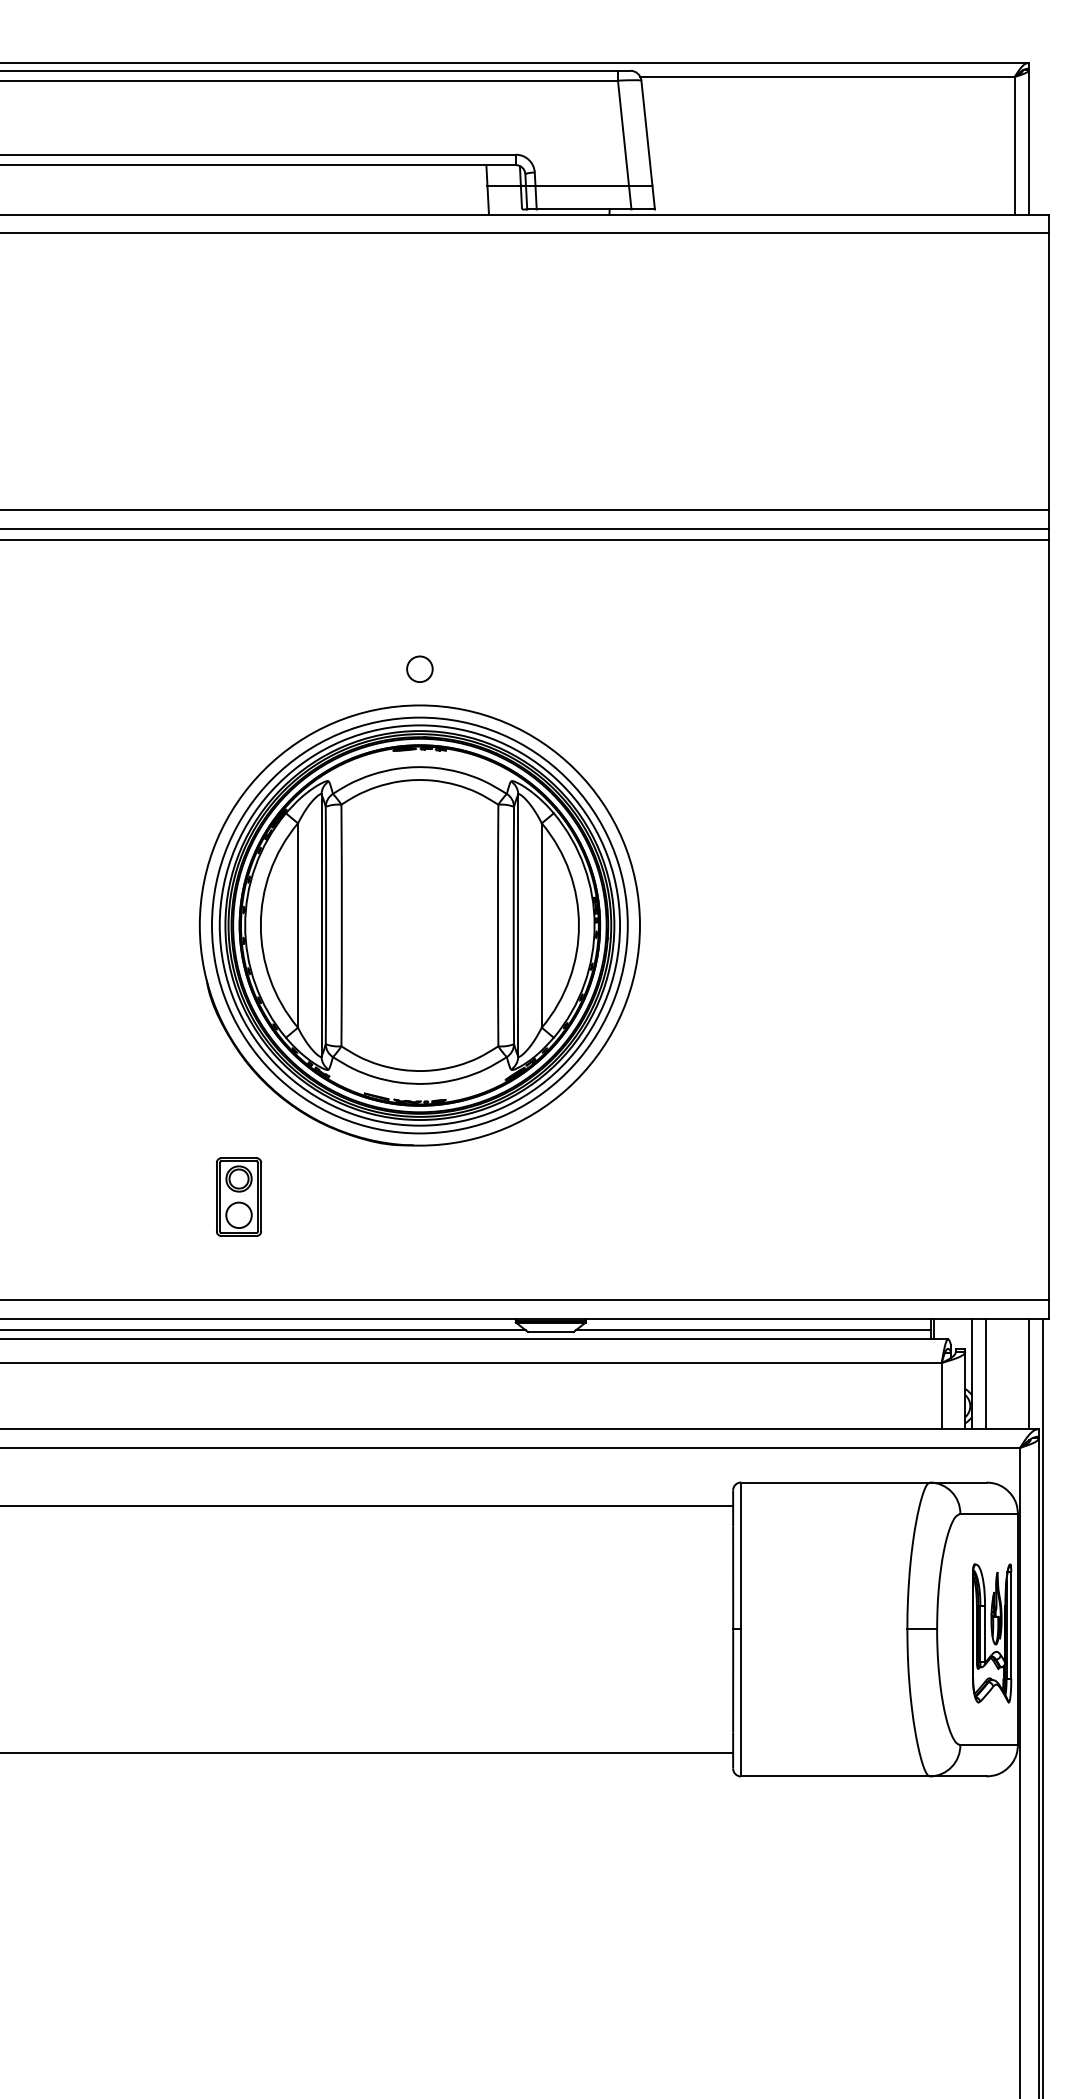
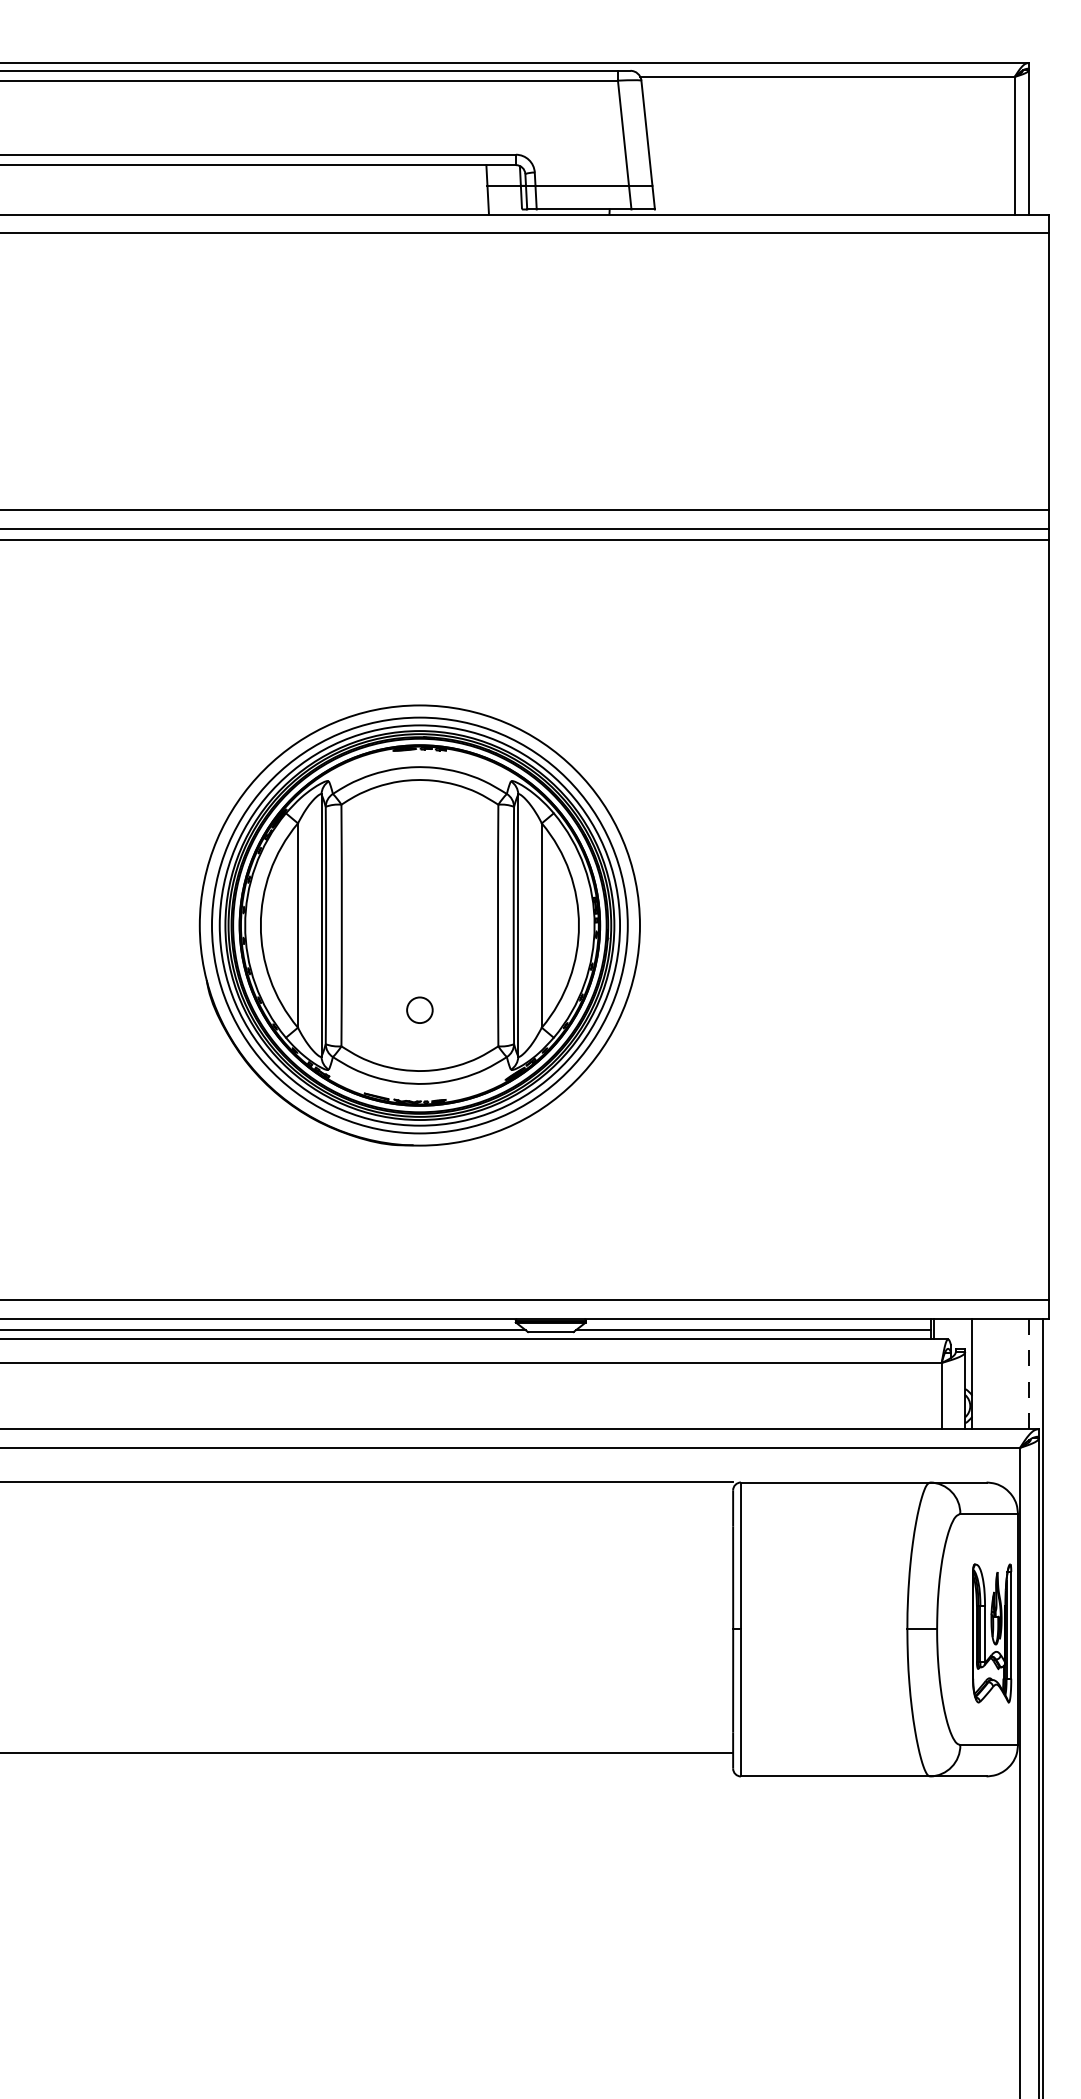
circle at (419, 668) position: (419, 668) -> (419, 1009)
part at (239, 1196): present -> none
line at (986, 1374): present -> none
line at (1029, 1374): solid -> dashed
line at (367, 1505) position: (367, 1505) -> (367, 1481)
